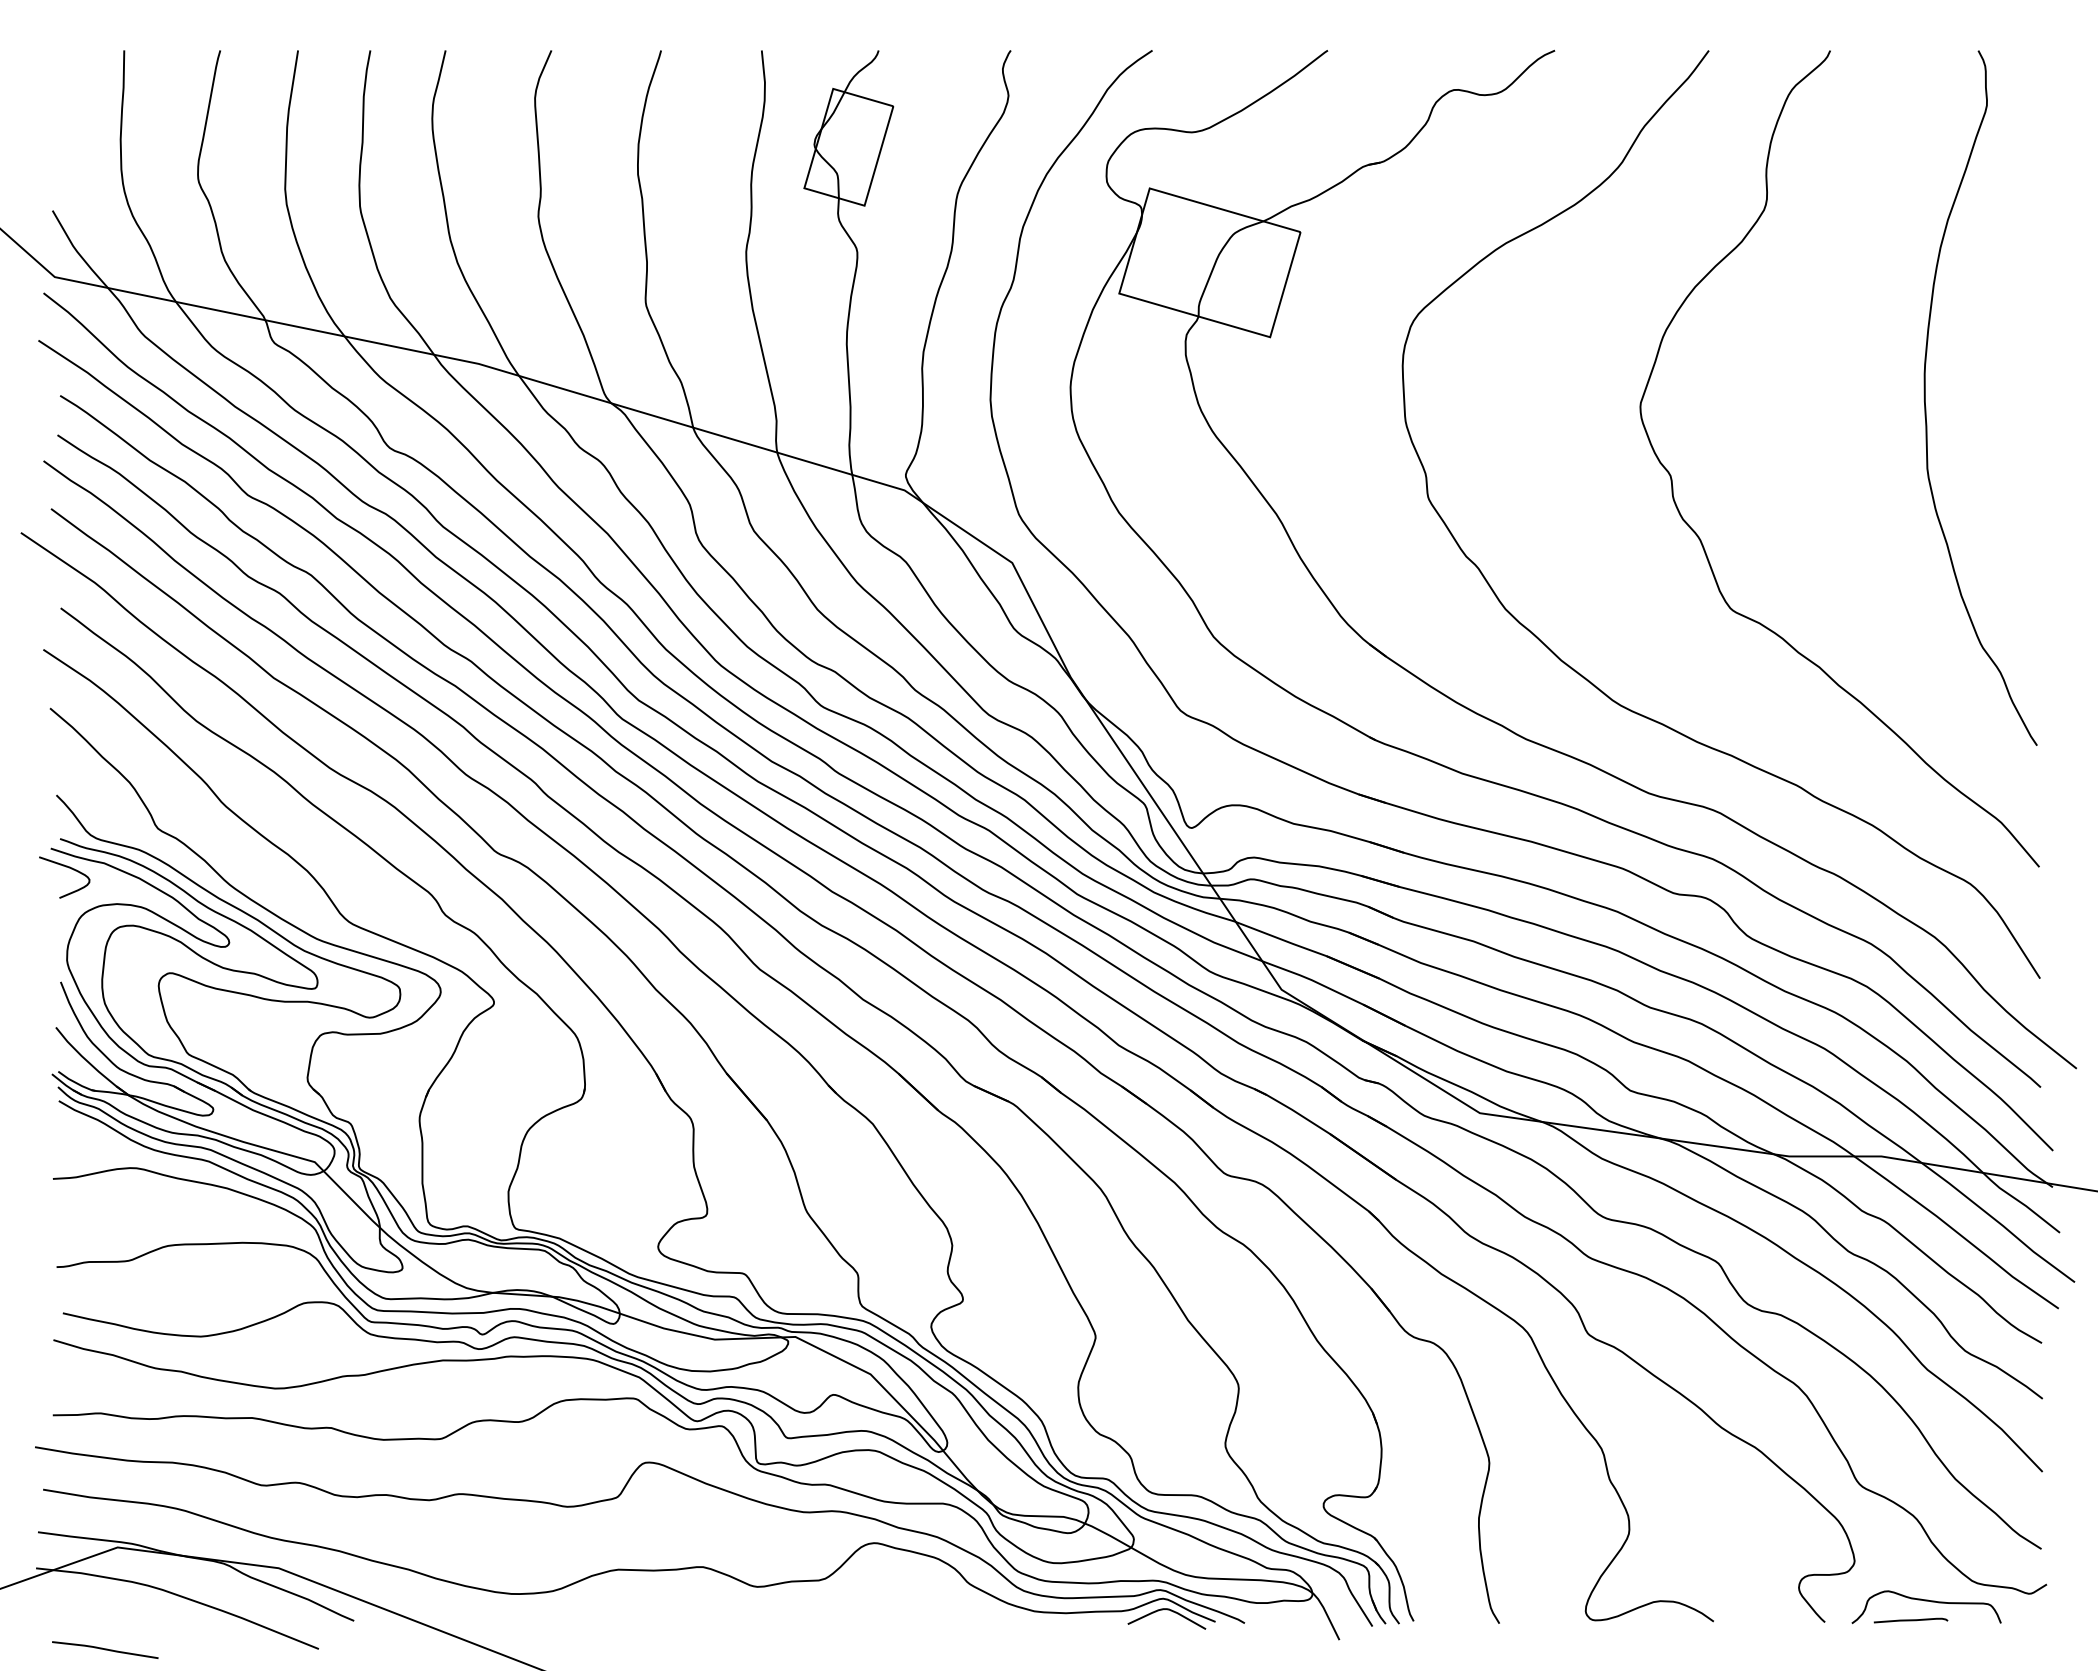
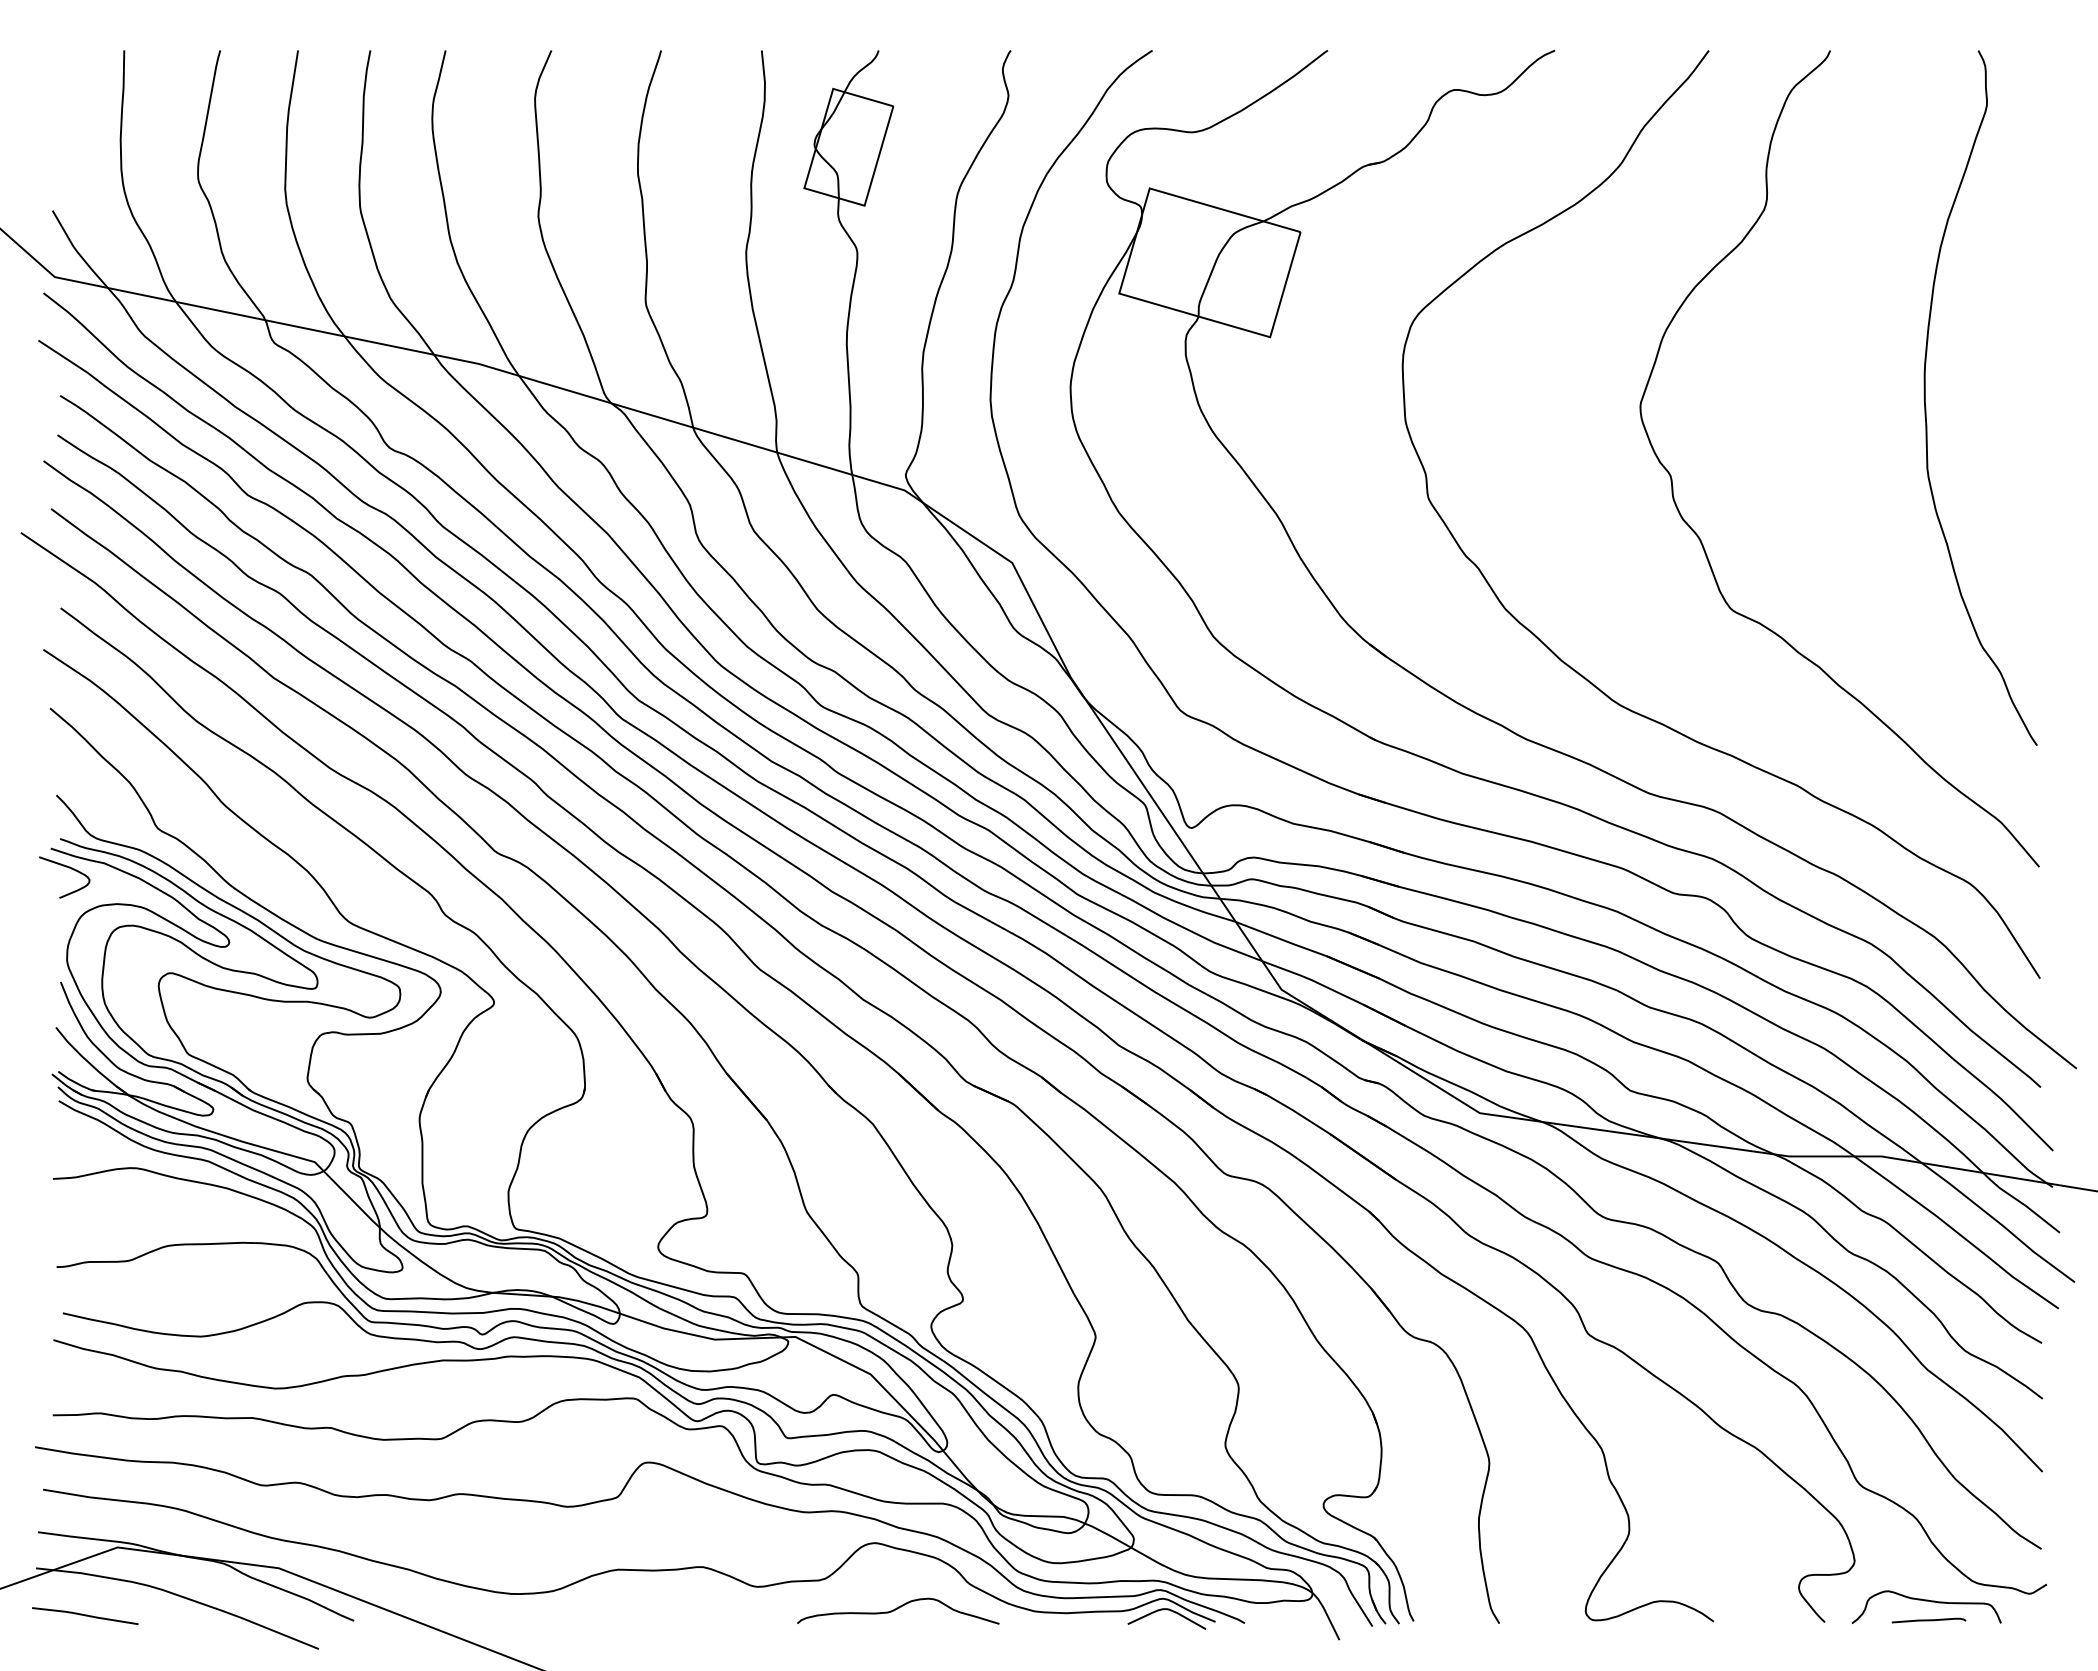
curve at (897, 1609): none -> present
curve at (1910, 1620) position: (1910, 1620) -> (1928, 1620)
line at (105, 1649) position: (105, 1649) -> (85, 1615)
